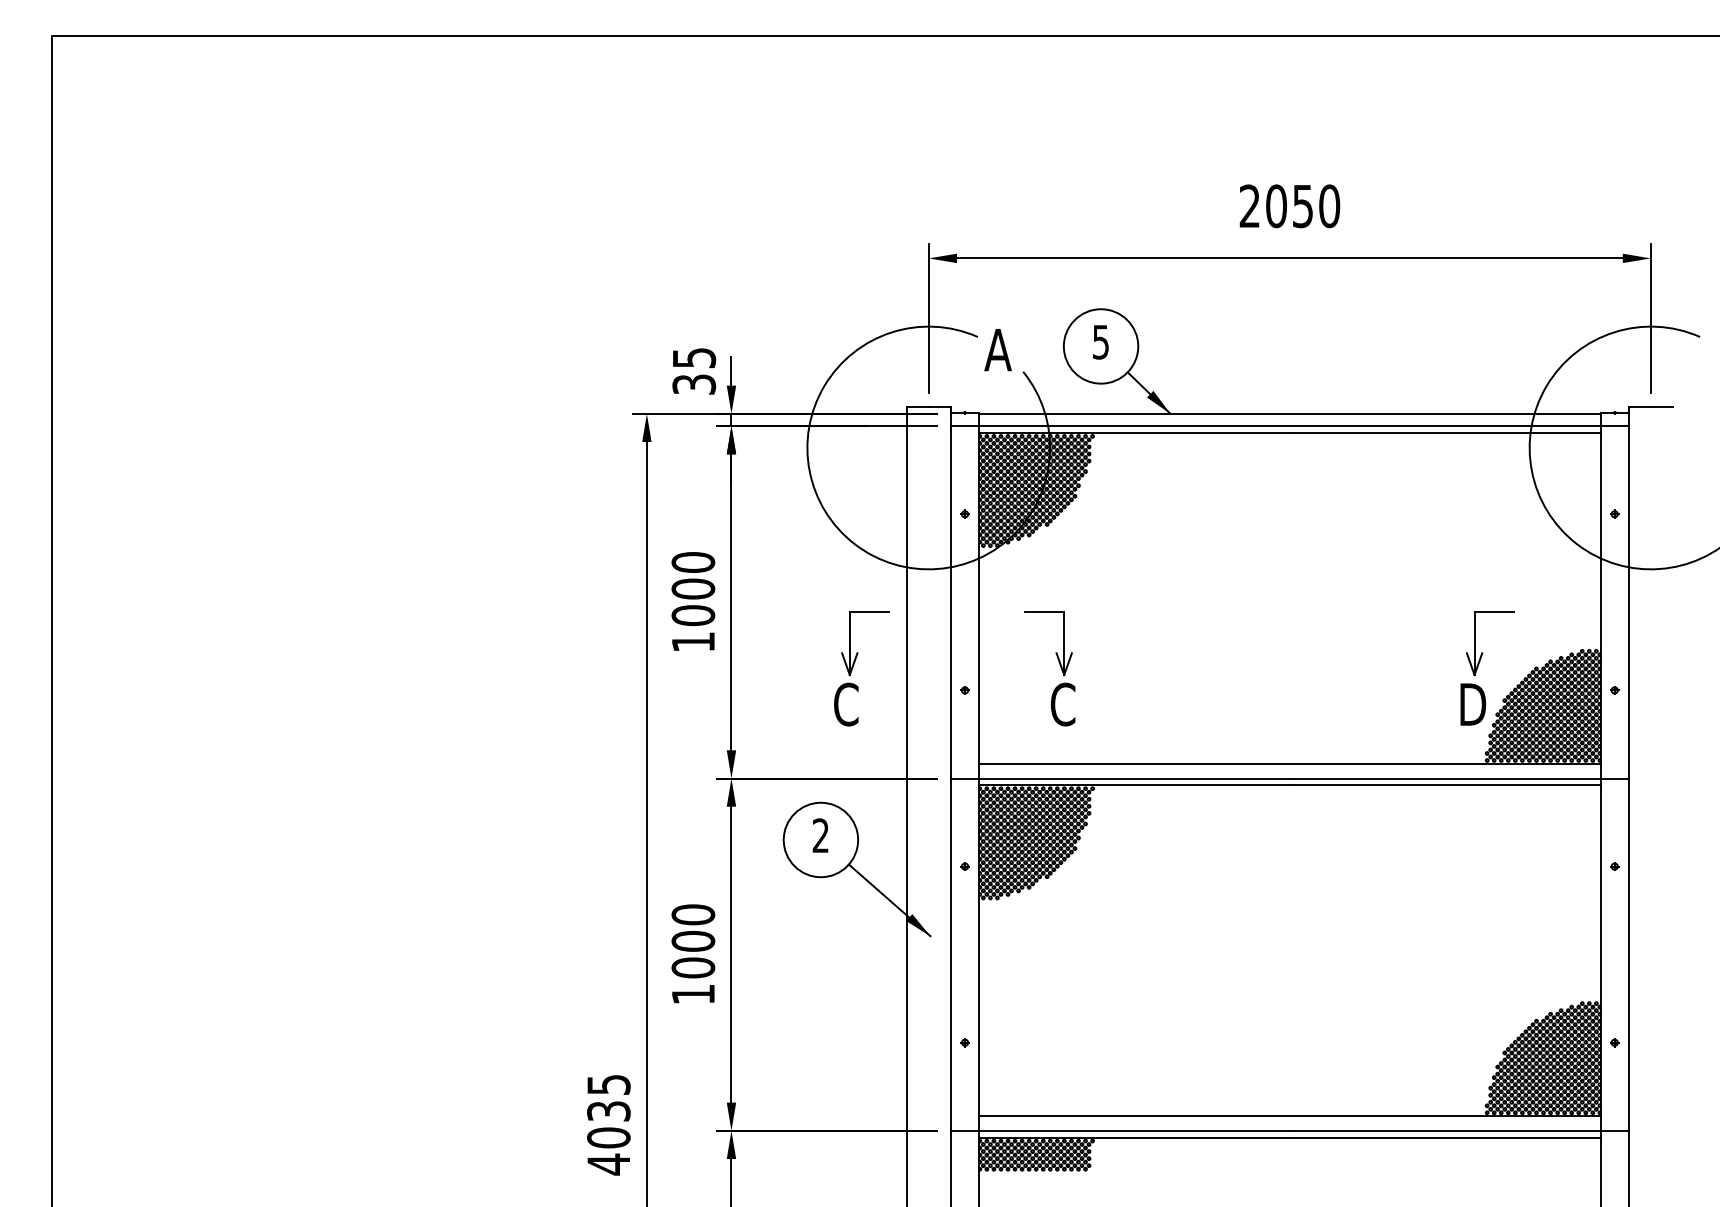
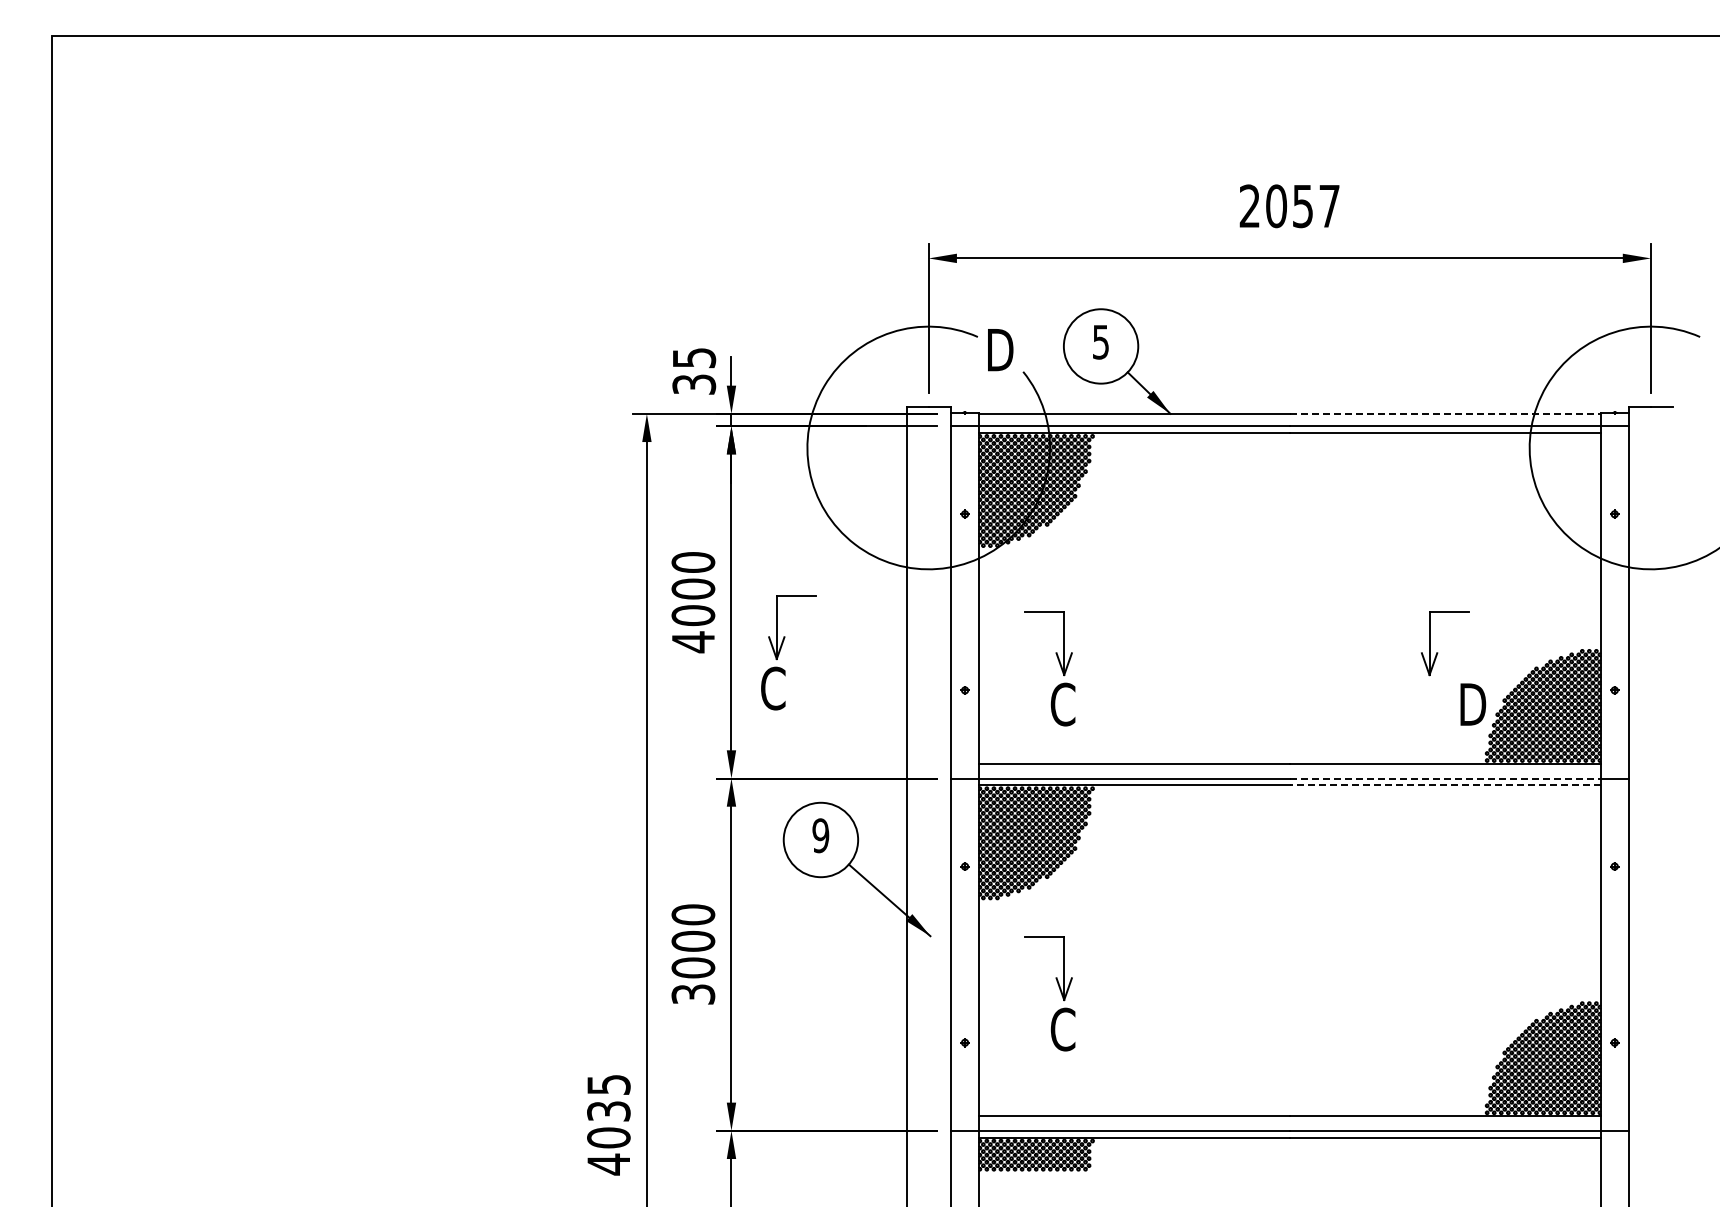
text at (1329, 206): 2050 -> 2057
text at (998, 350): A -> D
line at (1445, 413): solid -> dashed
text at (693, 642): 1000 -> 4000
part at (1483, 652) position: (1483, 652) -> (1438, 652)
part at (854, 665) position: (854, 665) -> (781, 649)
line at (1445, 778): solid -> dashed
line at (1445, 785): solid -> dashed
text at (820, 835): 2 -> 9
part at (1059, 990): none -> present
text at (693, 994): 1000 -> 3000
